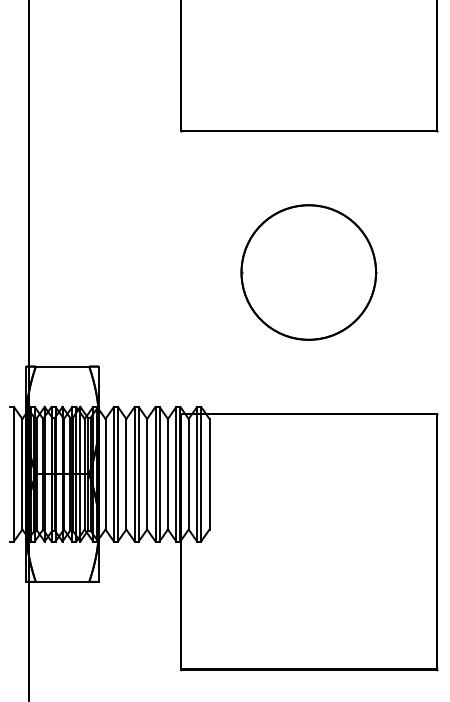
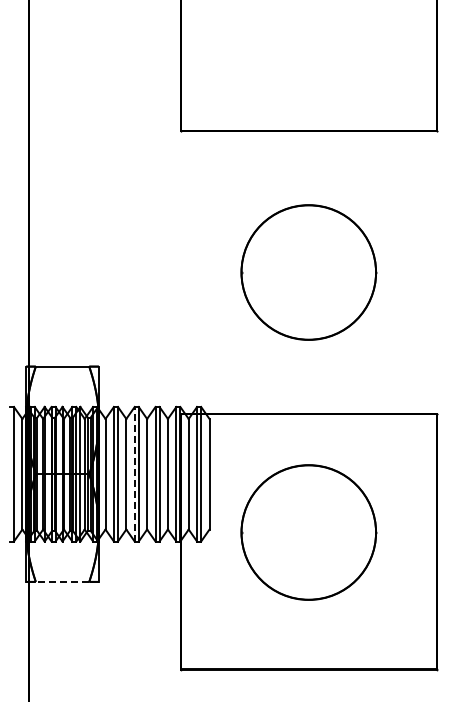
line at (134, 473): solid -> dashed
part at (308, 532): none -> present
line at (62, 581): solid -> dashed
